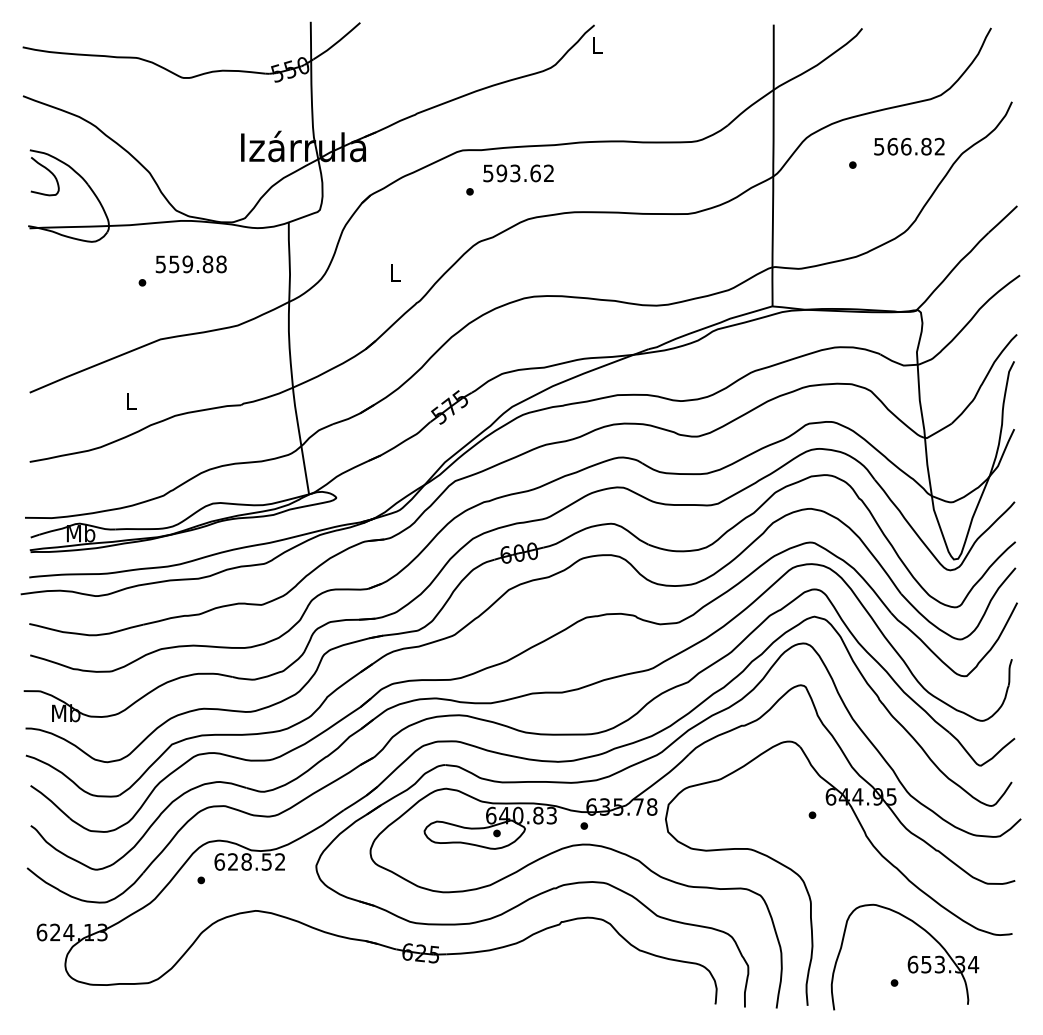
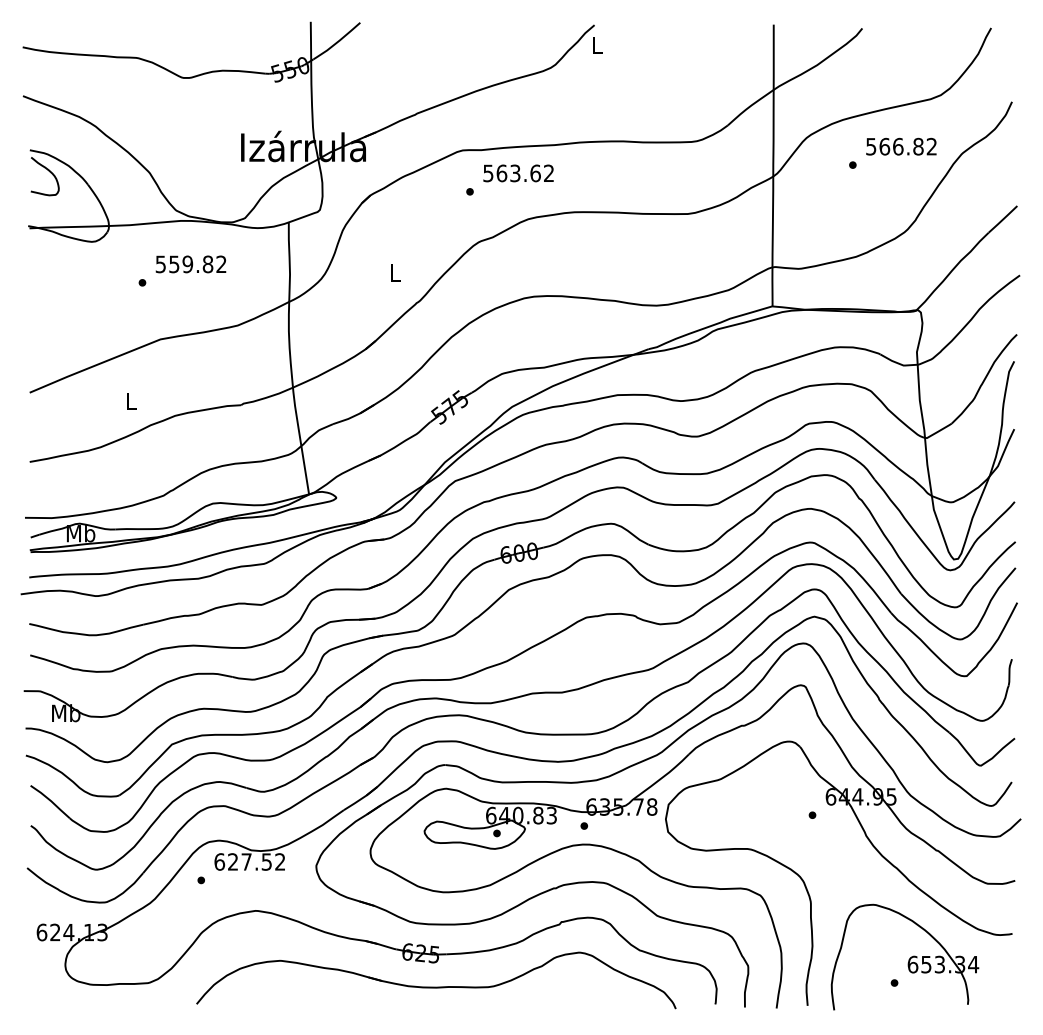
text at (909, 146) position: (909, 146) -> (901, 146)
text at (501, 173): 593.62 -> 563.62
text at (221, 264): 559.88 -> 559.82
text at (246, 861): 628.52 -> 627.52
part at (436, 980): none -> present
